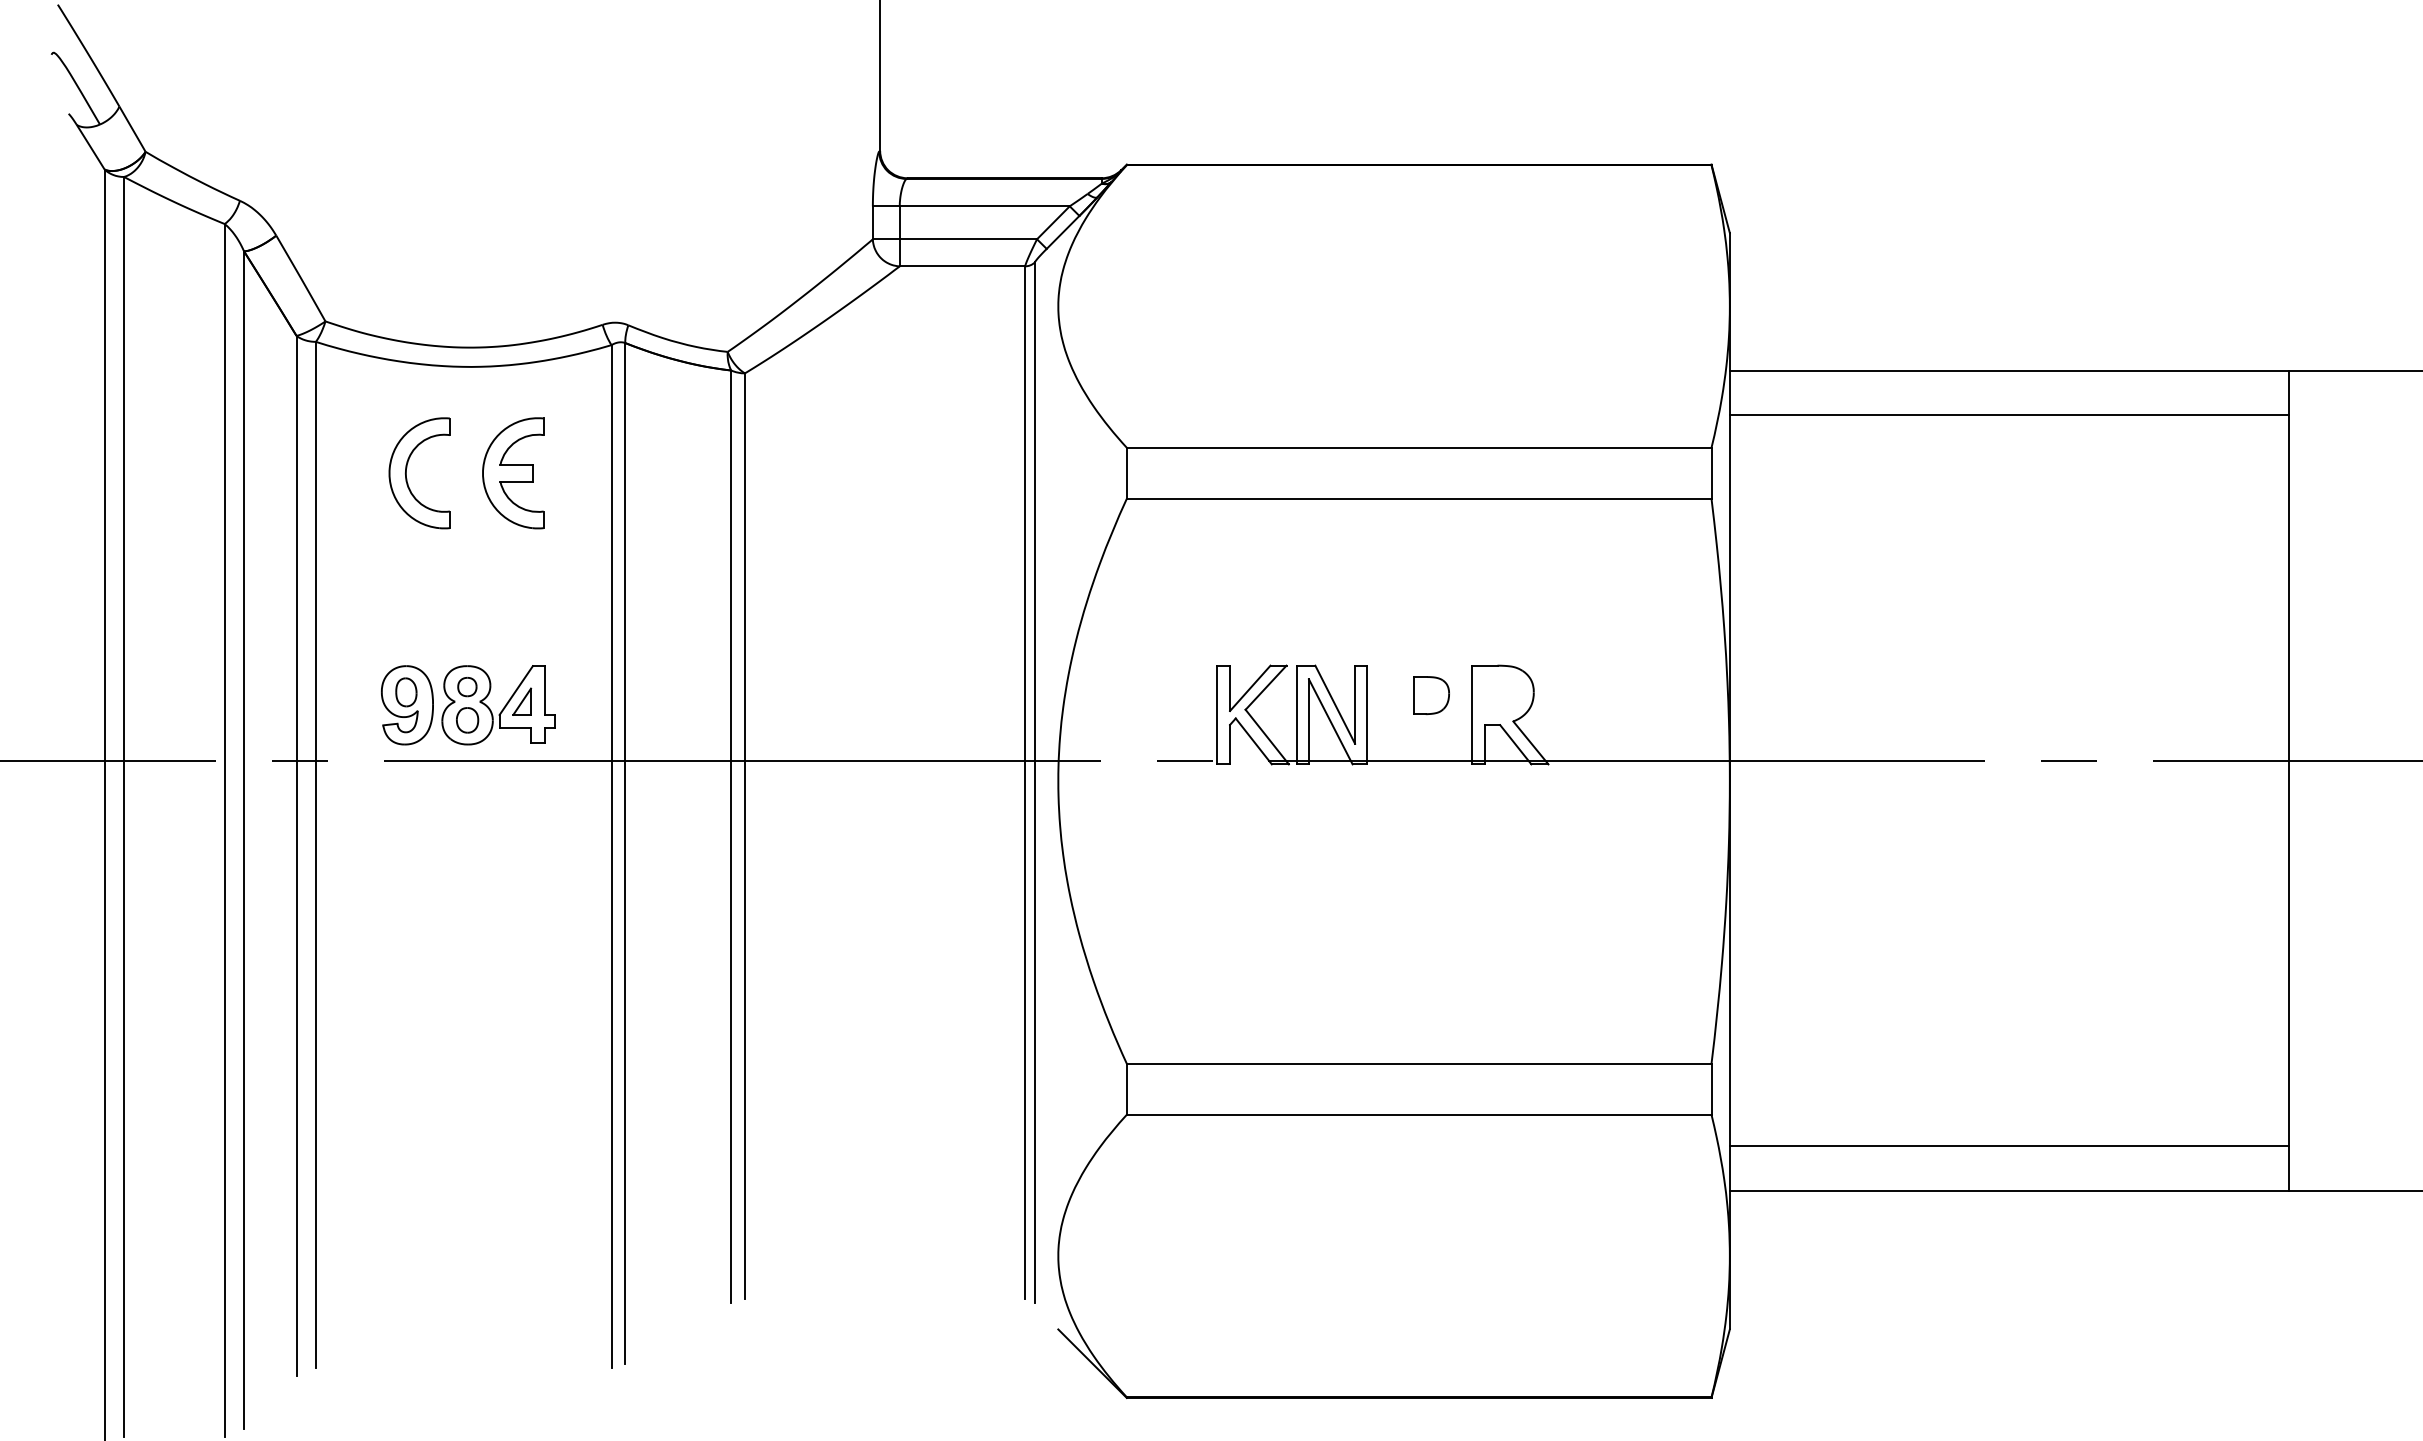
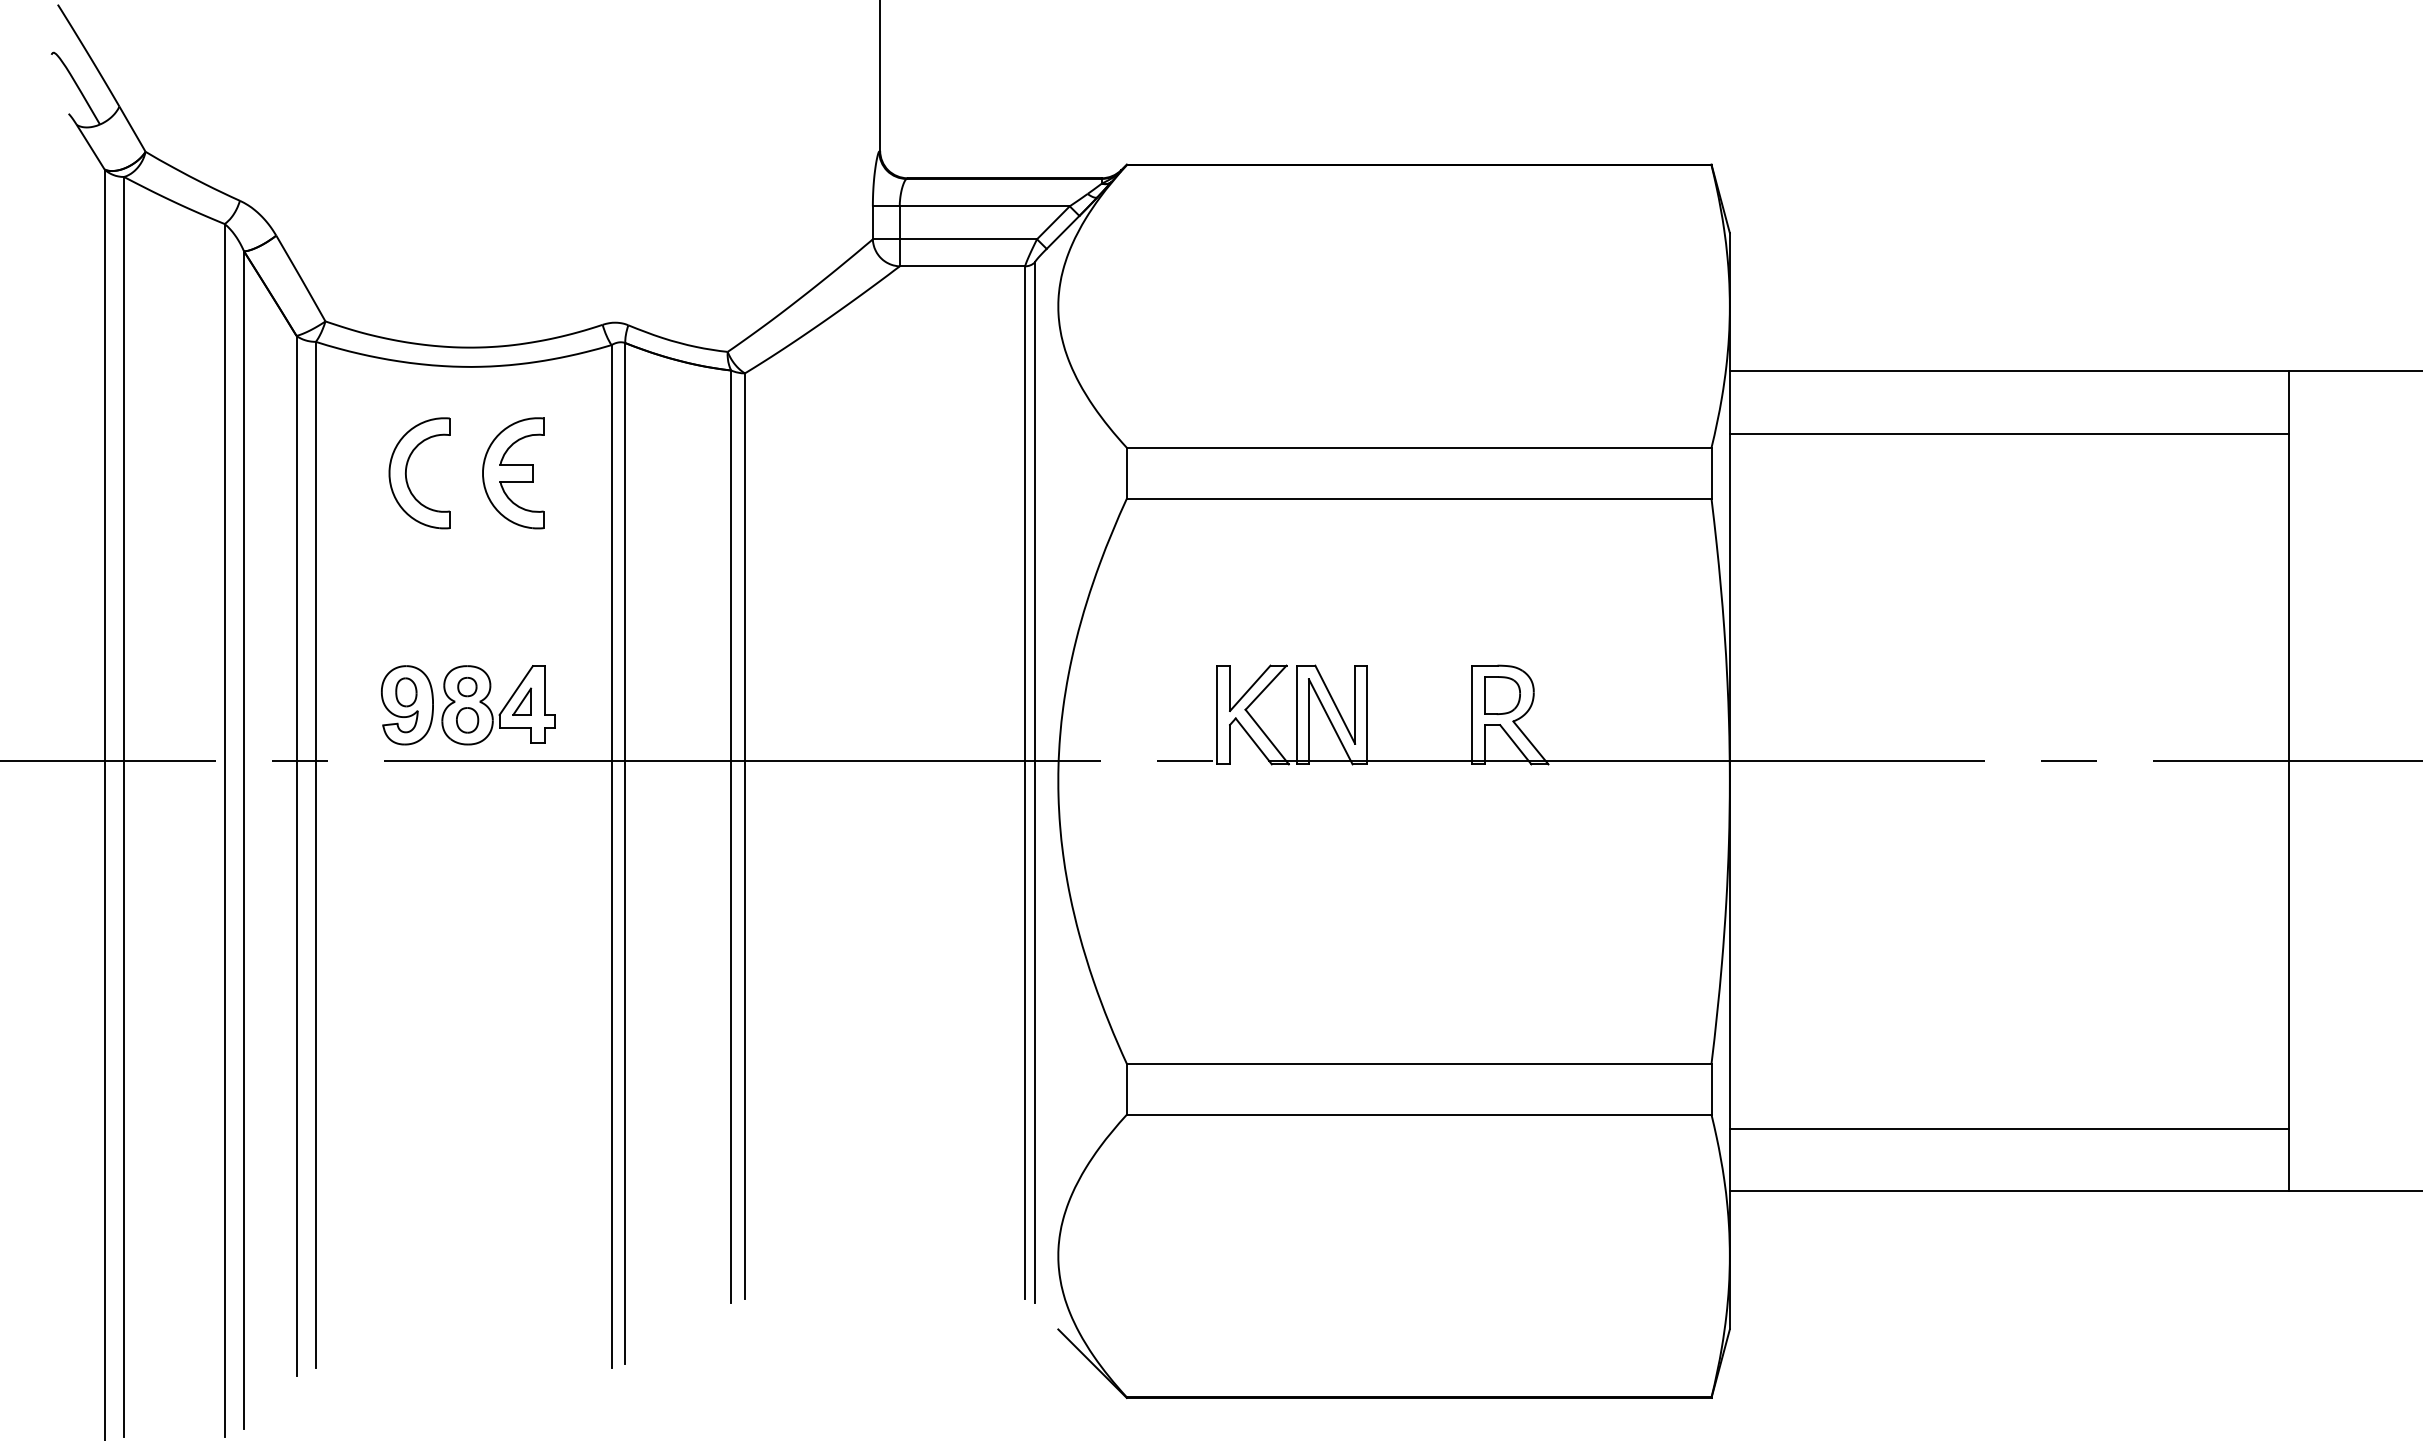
line at (2009, 414) position: (2009, 414) -> (2009, 433)
part at (1431, 695) position: (1431, 695) -> (1502, 695)
line at (2009, 1145) position: (2009, 1145) -> (2009, 1128)
